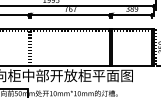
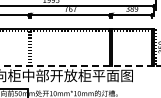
line at (77, 65): solid -> dashed
